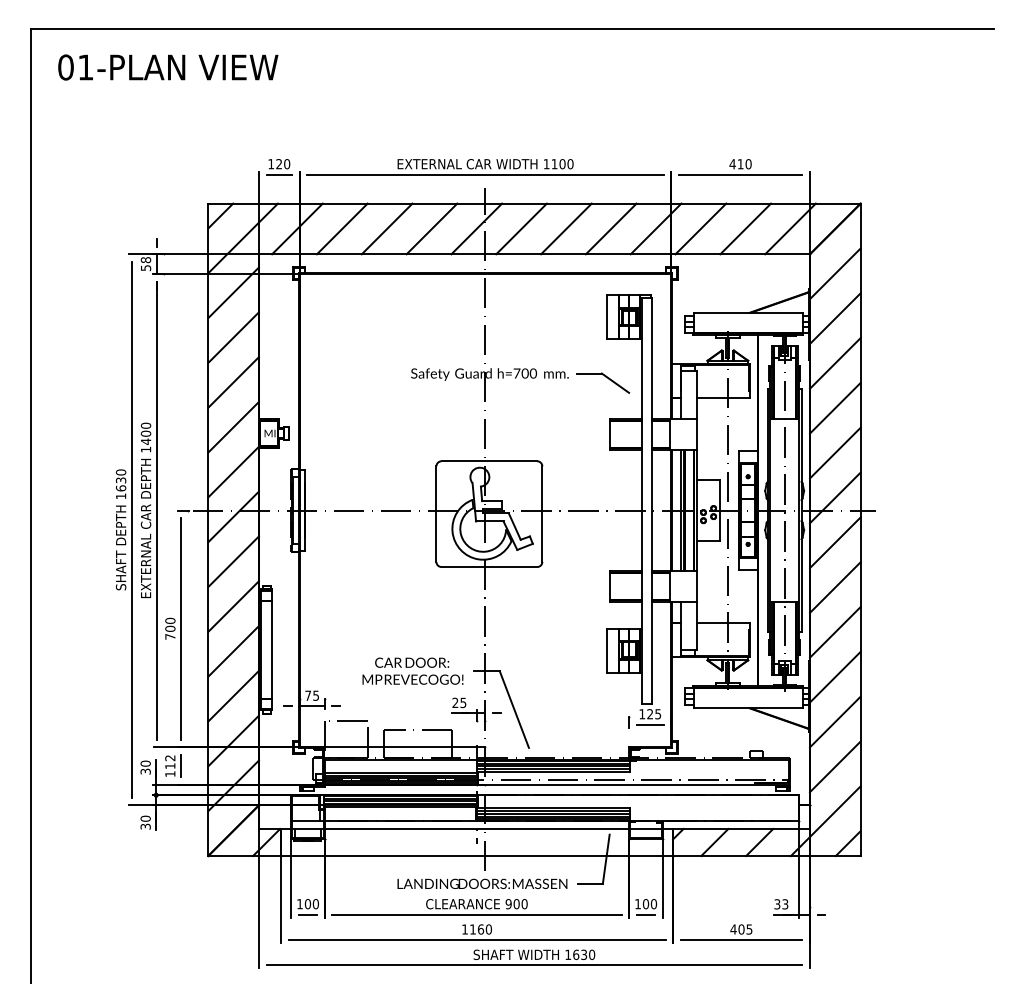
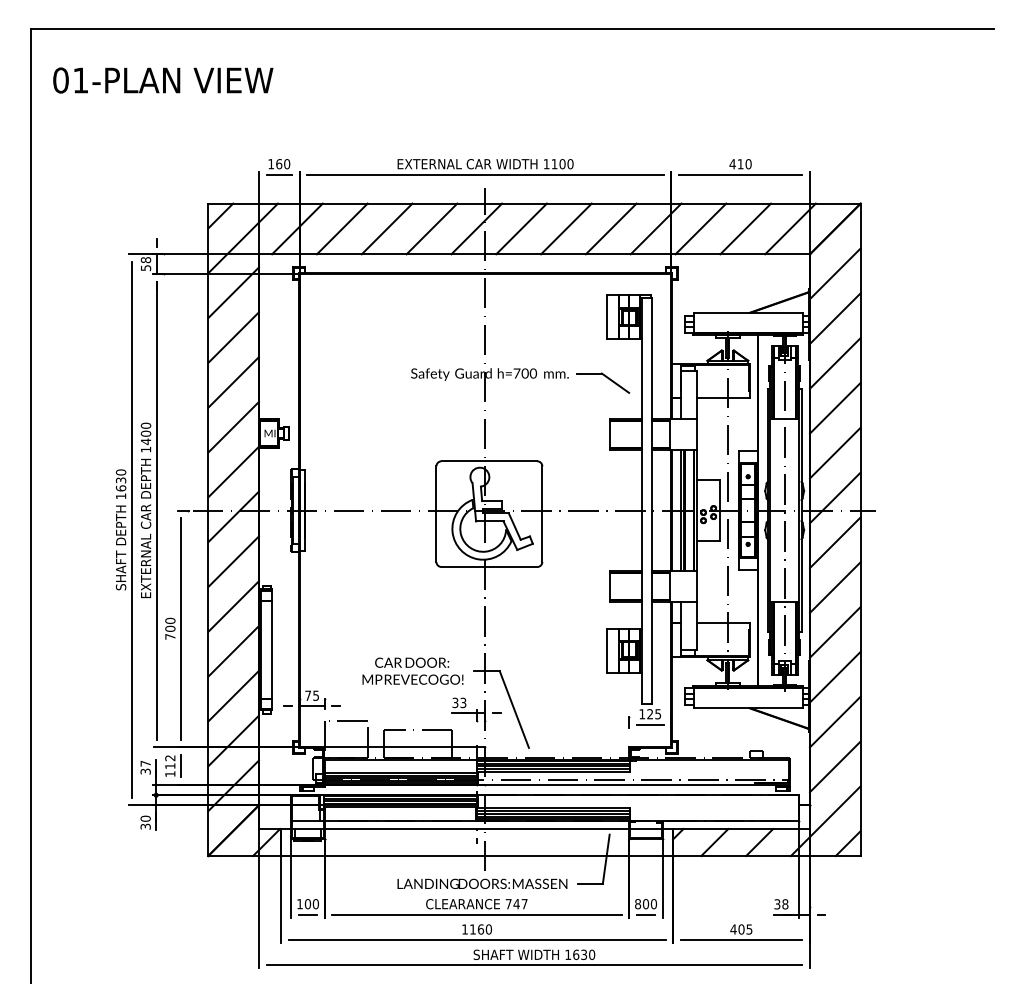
text at (168, 67) position: (168, 67) -> (163, 80)
text at (279, 164): 120 -> 160
text at (459, 702): 25 -> 33
text at (145, 763): 30 -> 37
text at (516, 904): 900 -> 747
text at (638, 904): 100 -> 800
text at (785, 904): 33 -> 38
